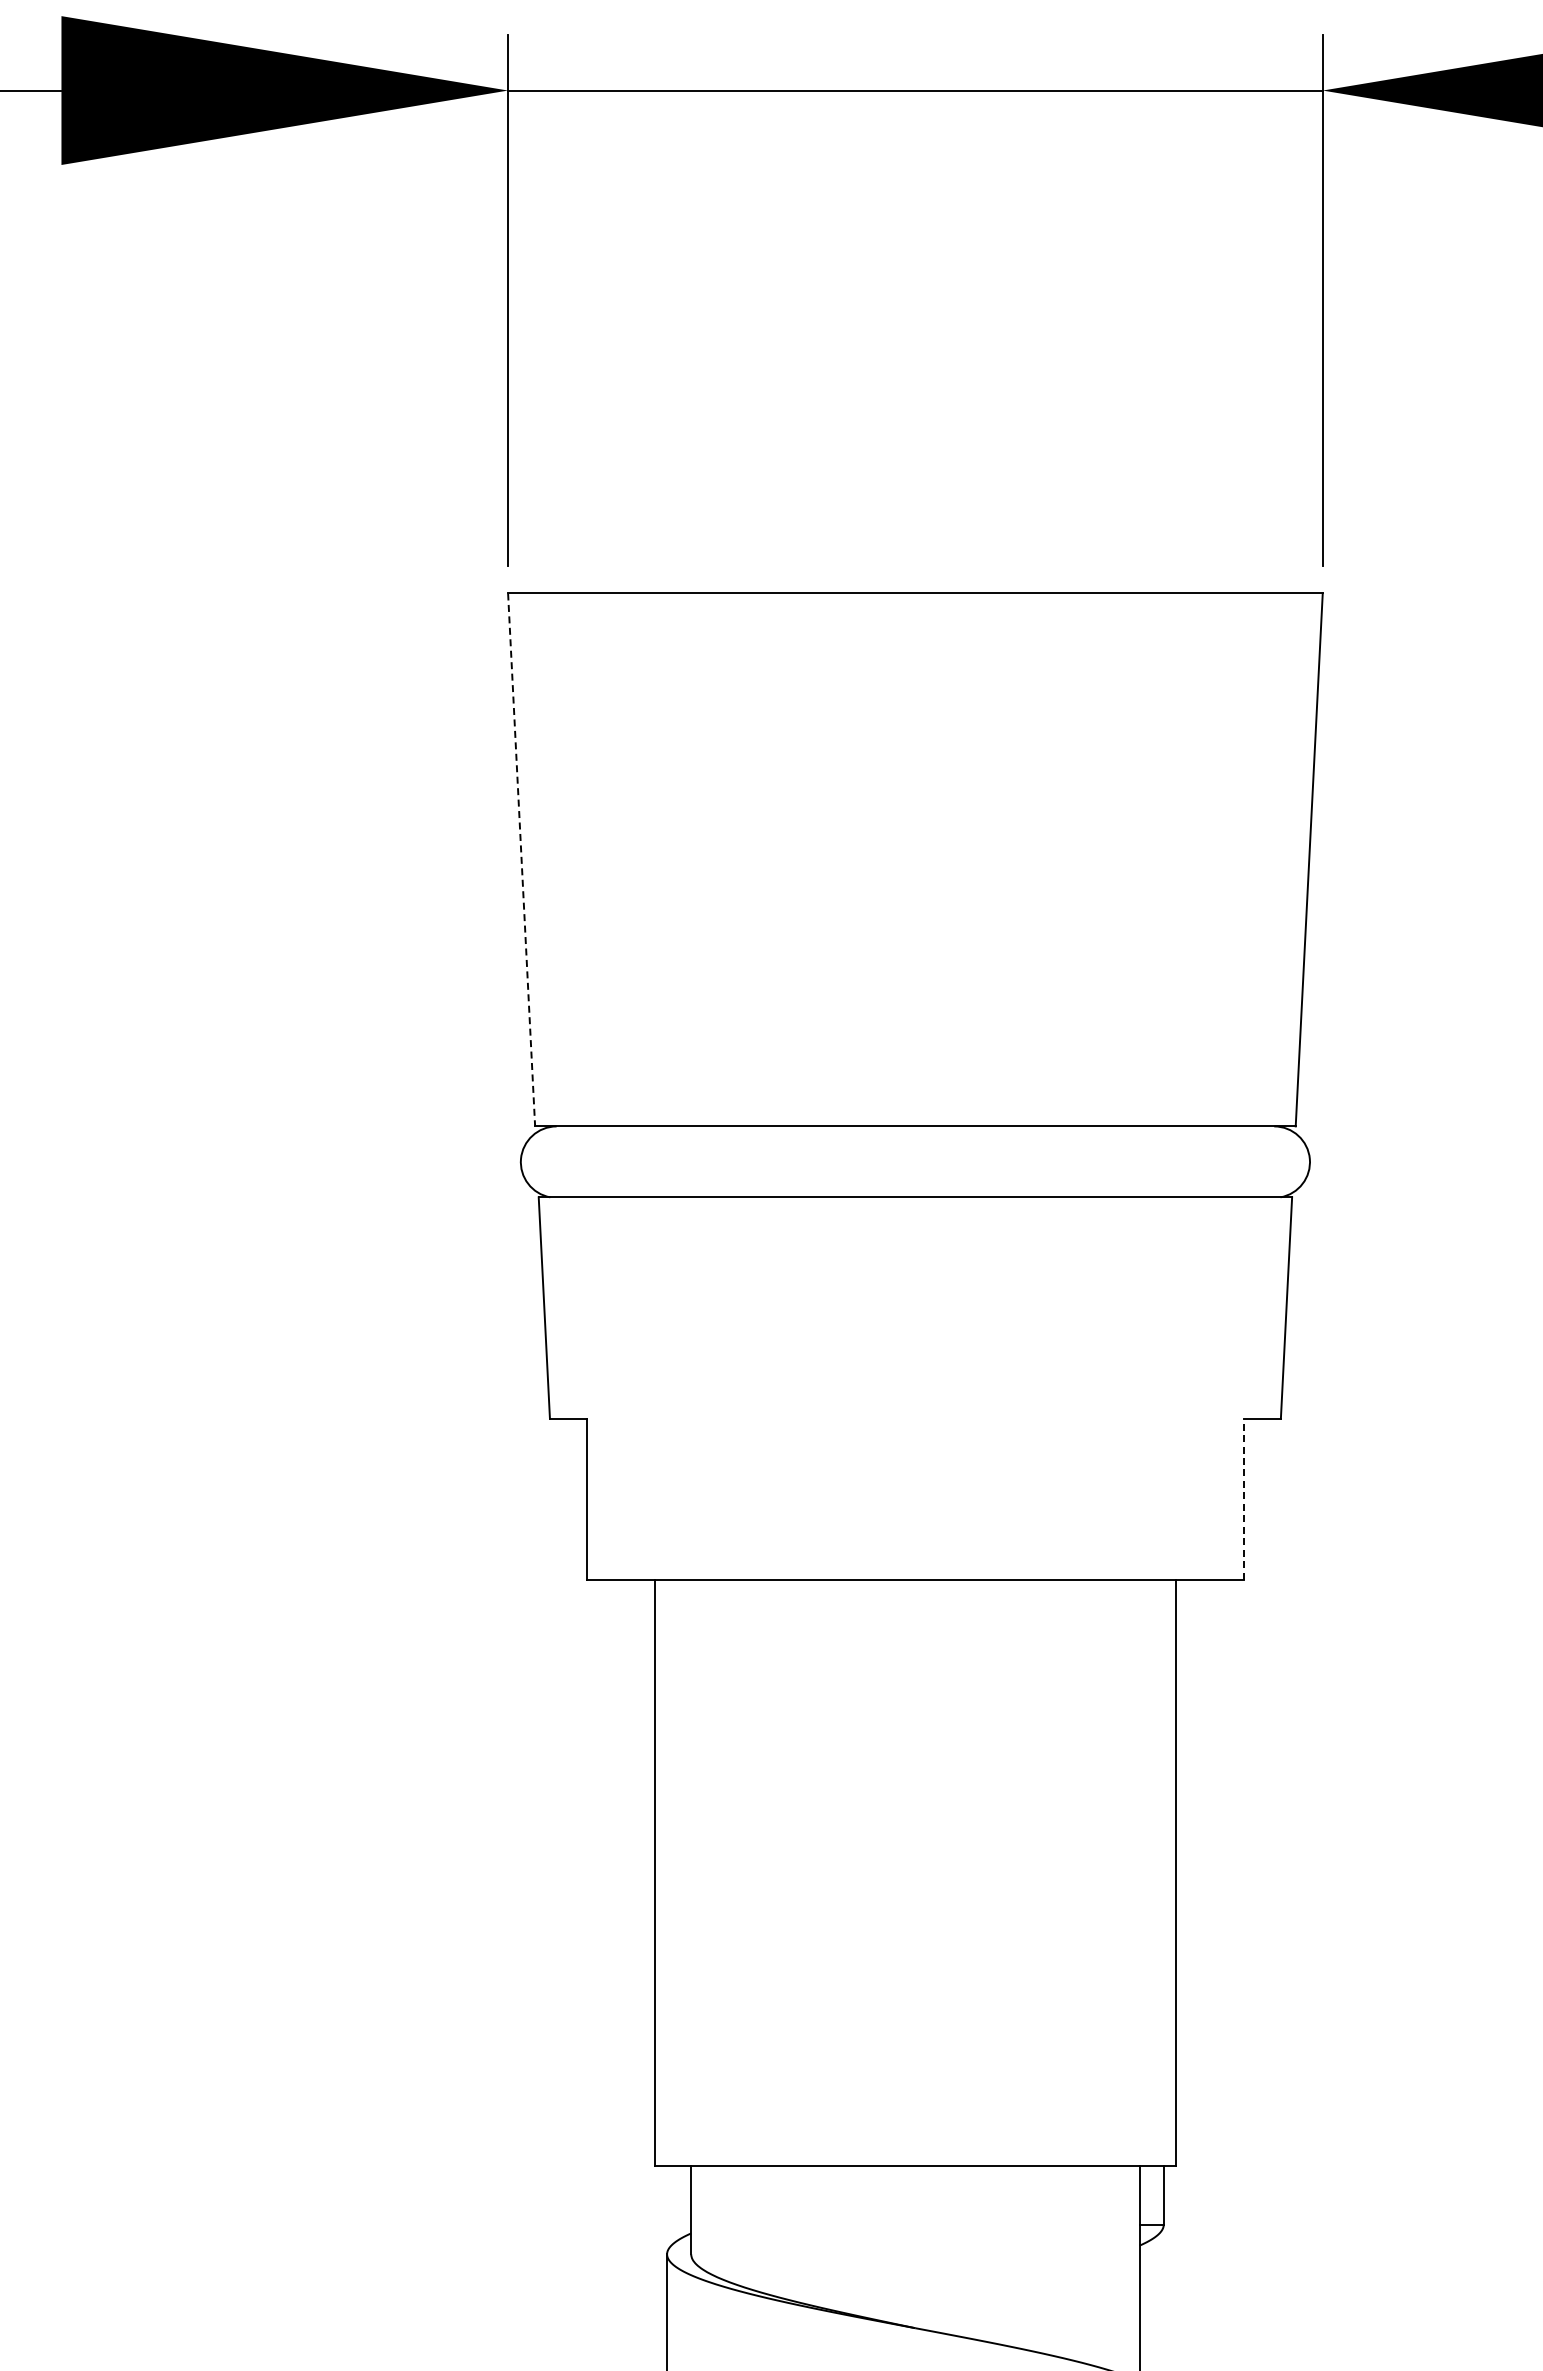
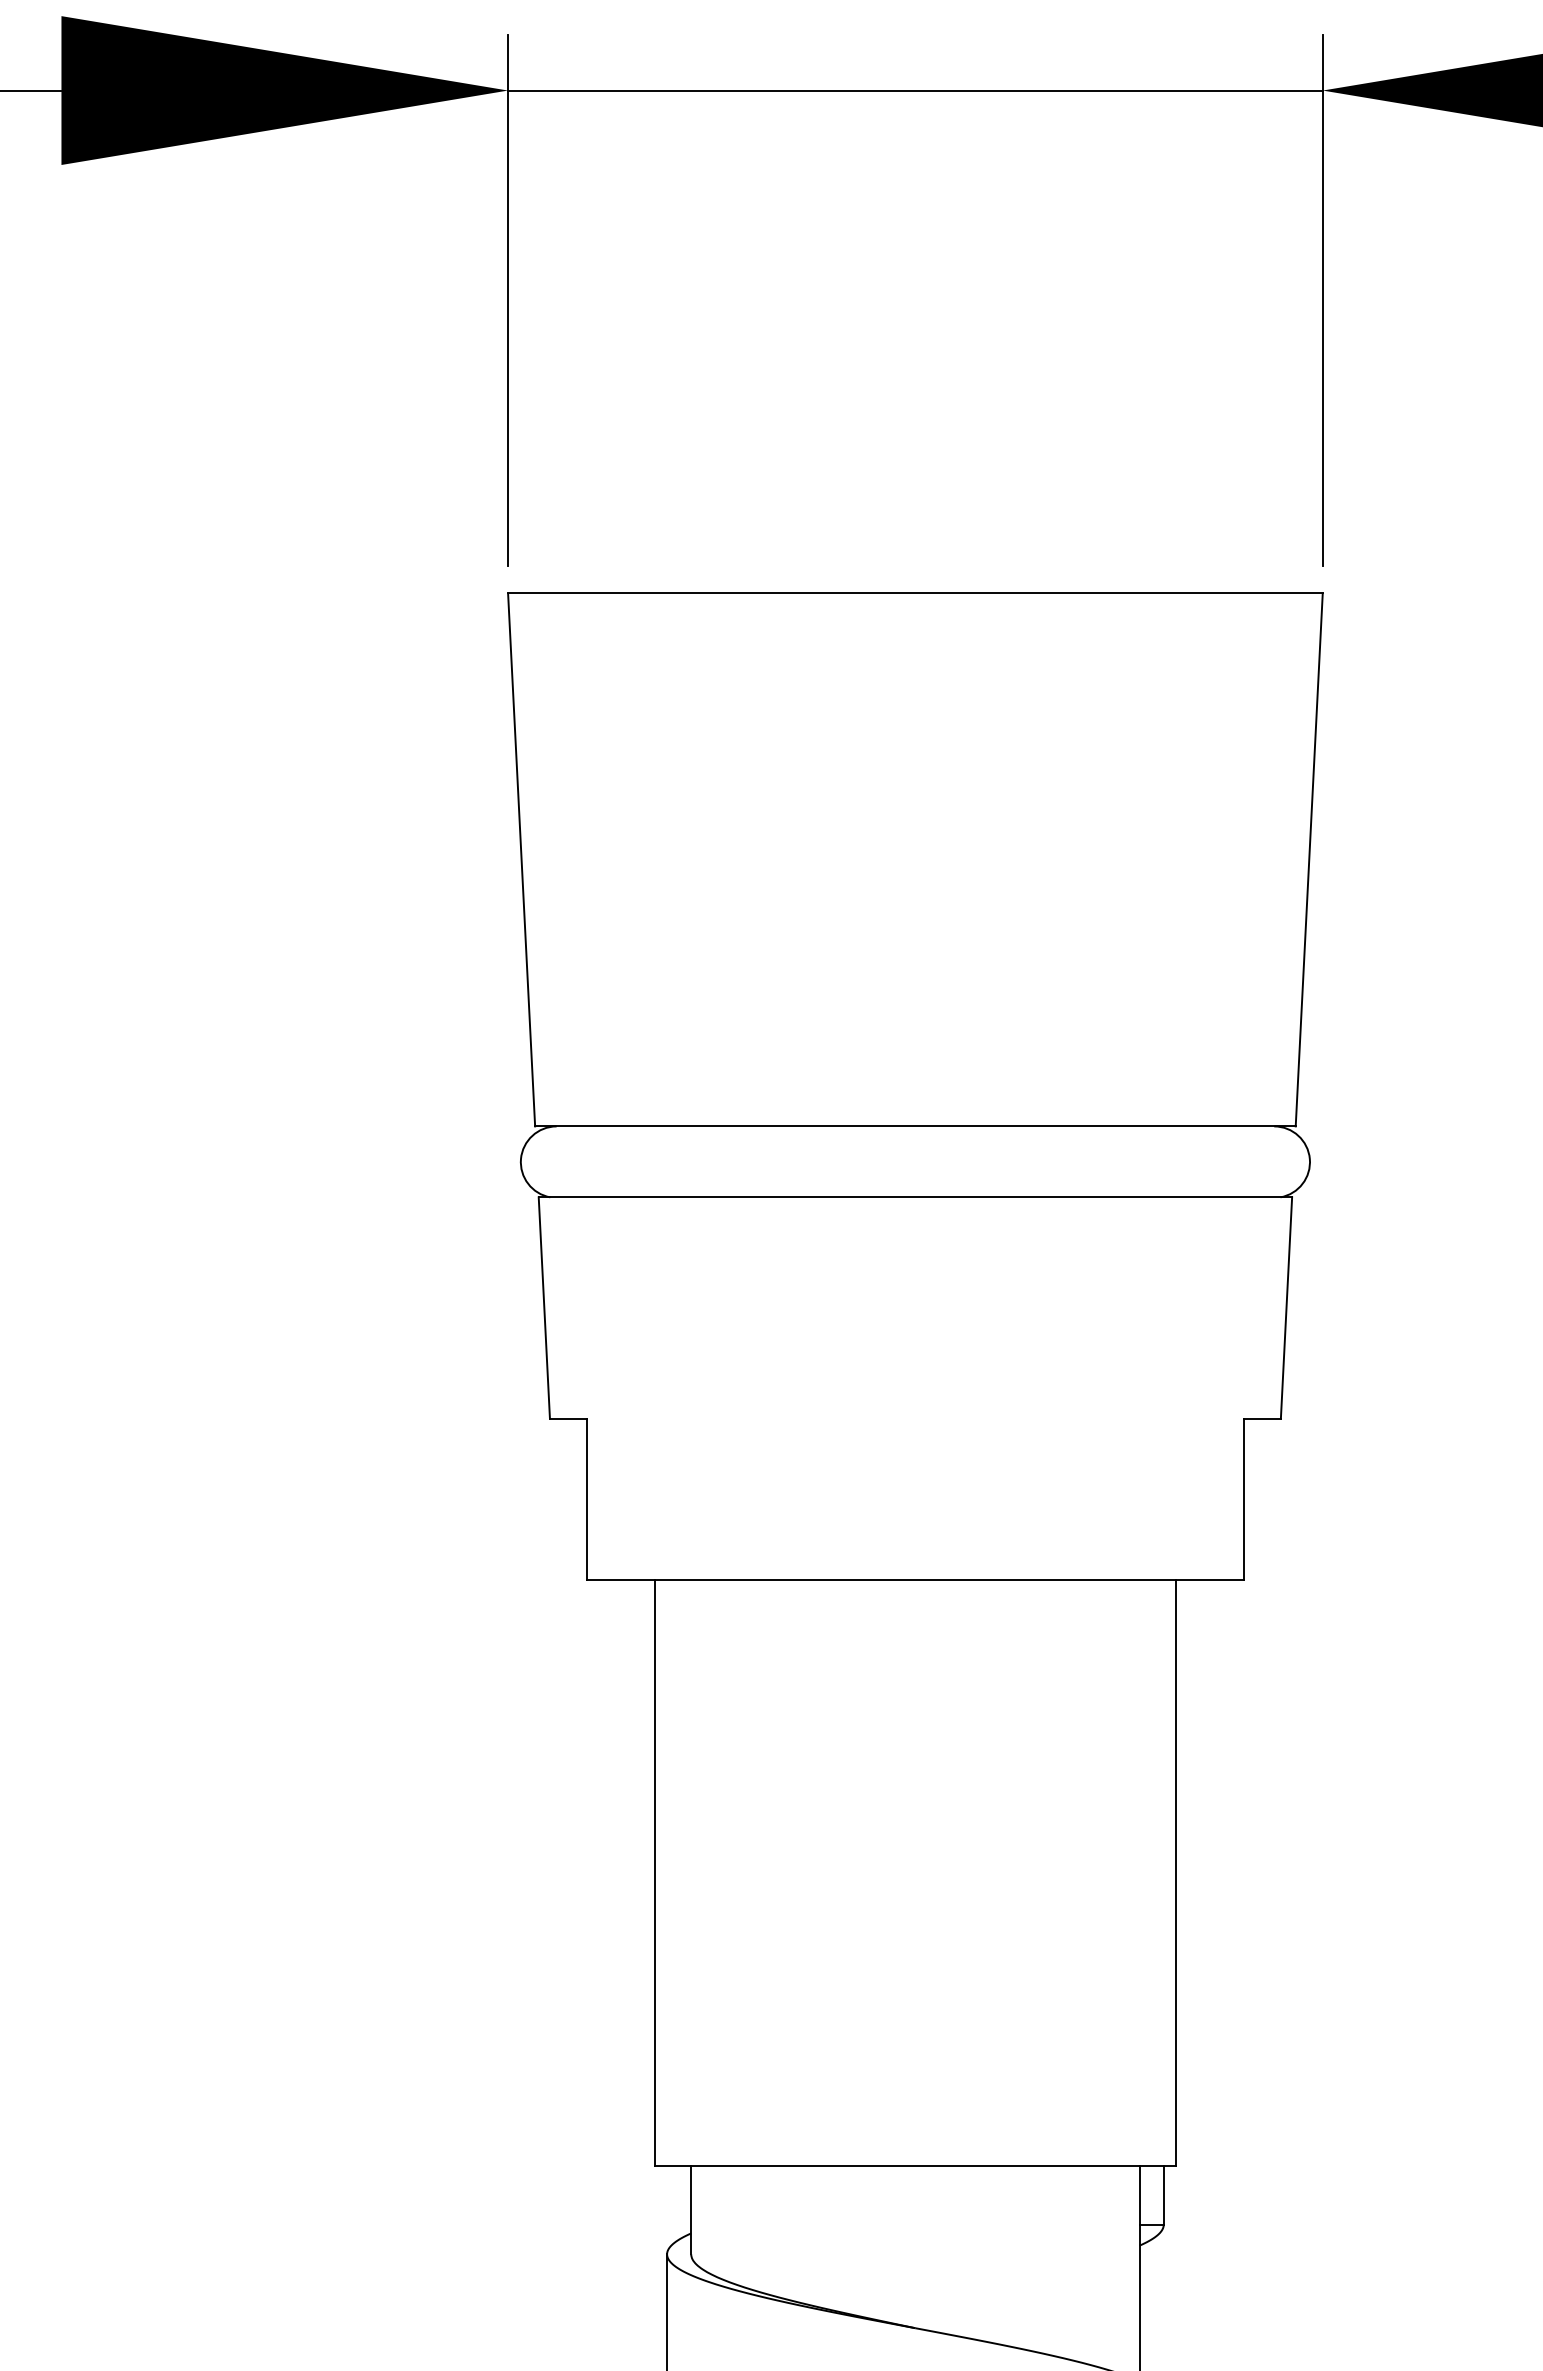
line at (521, 859): dashed -> solid
line at (1244, 1498): dashed -> solid
